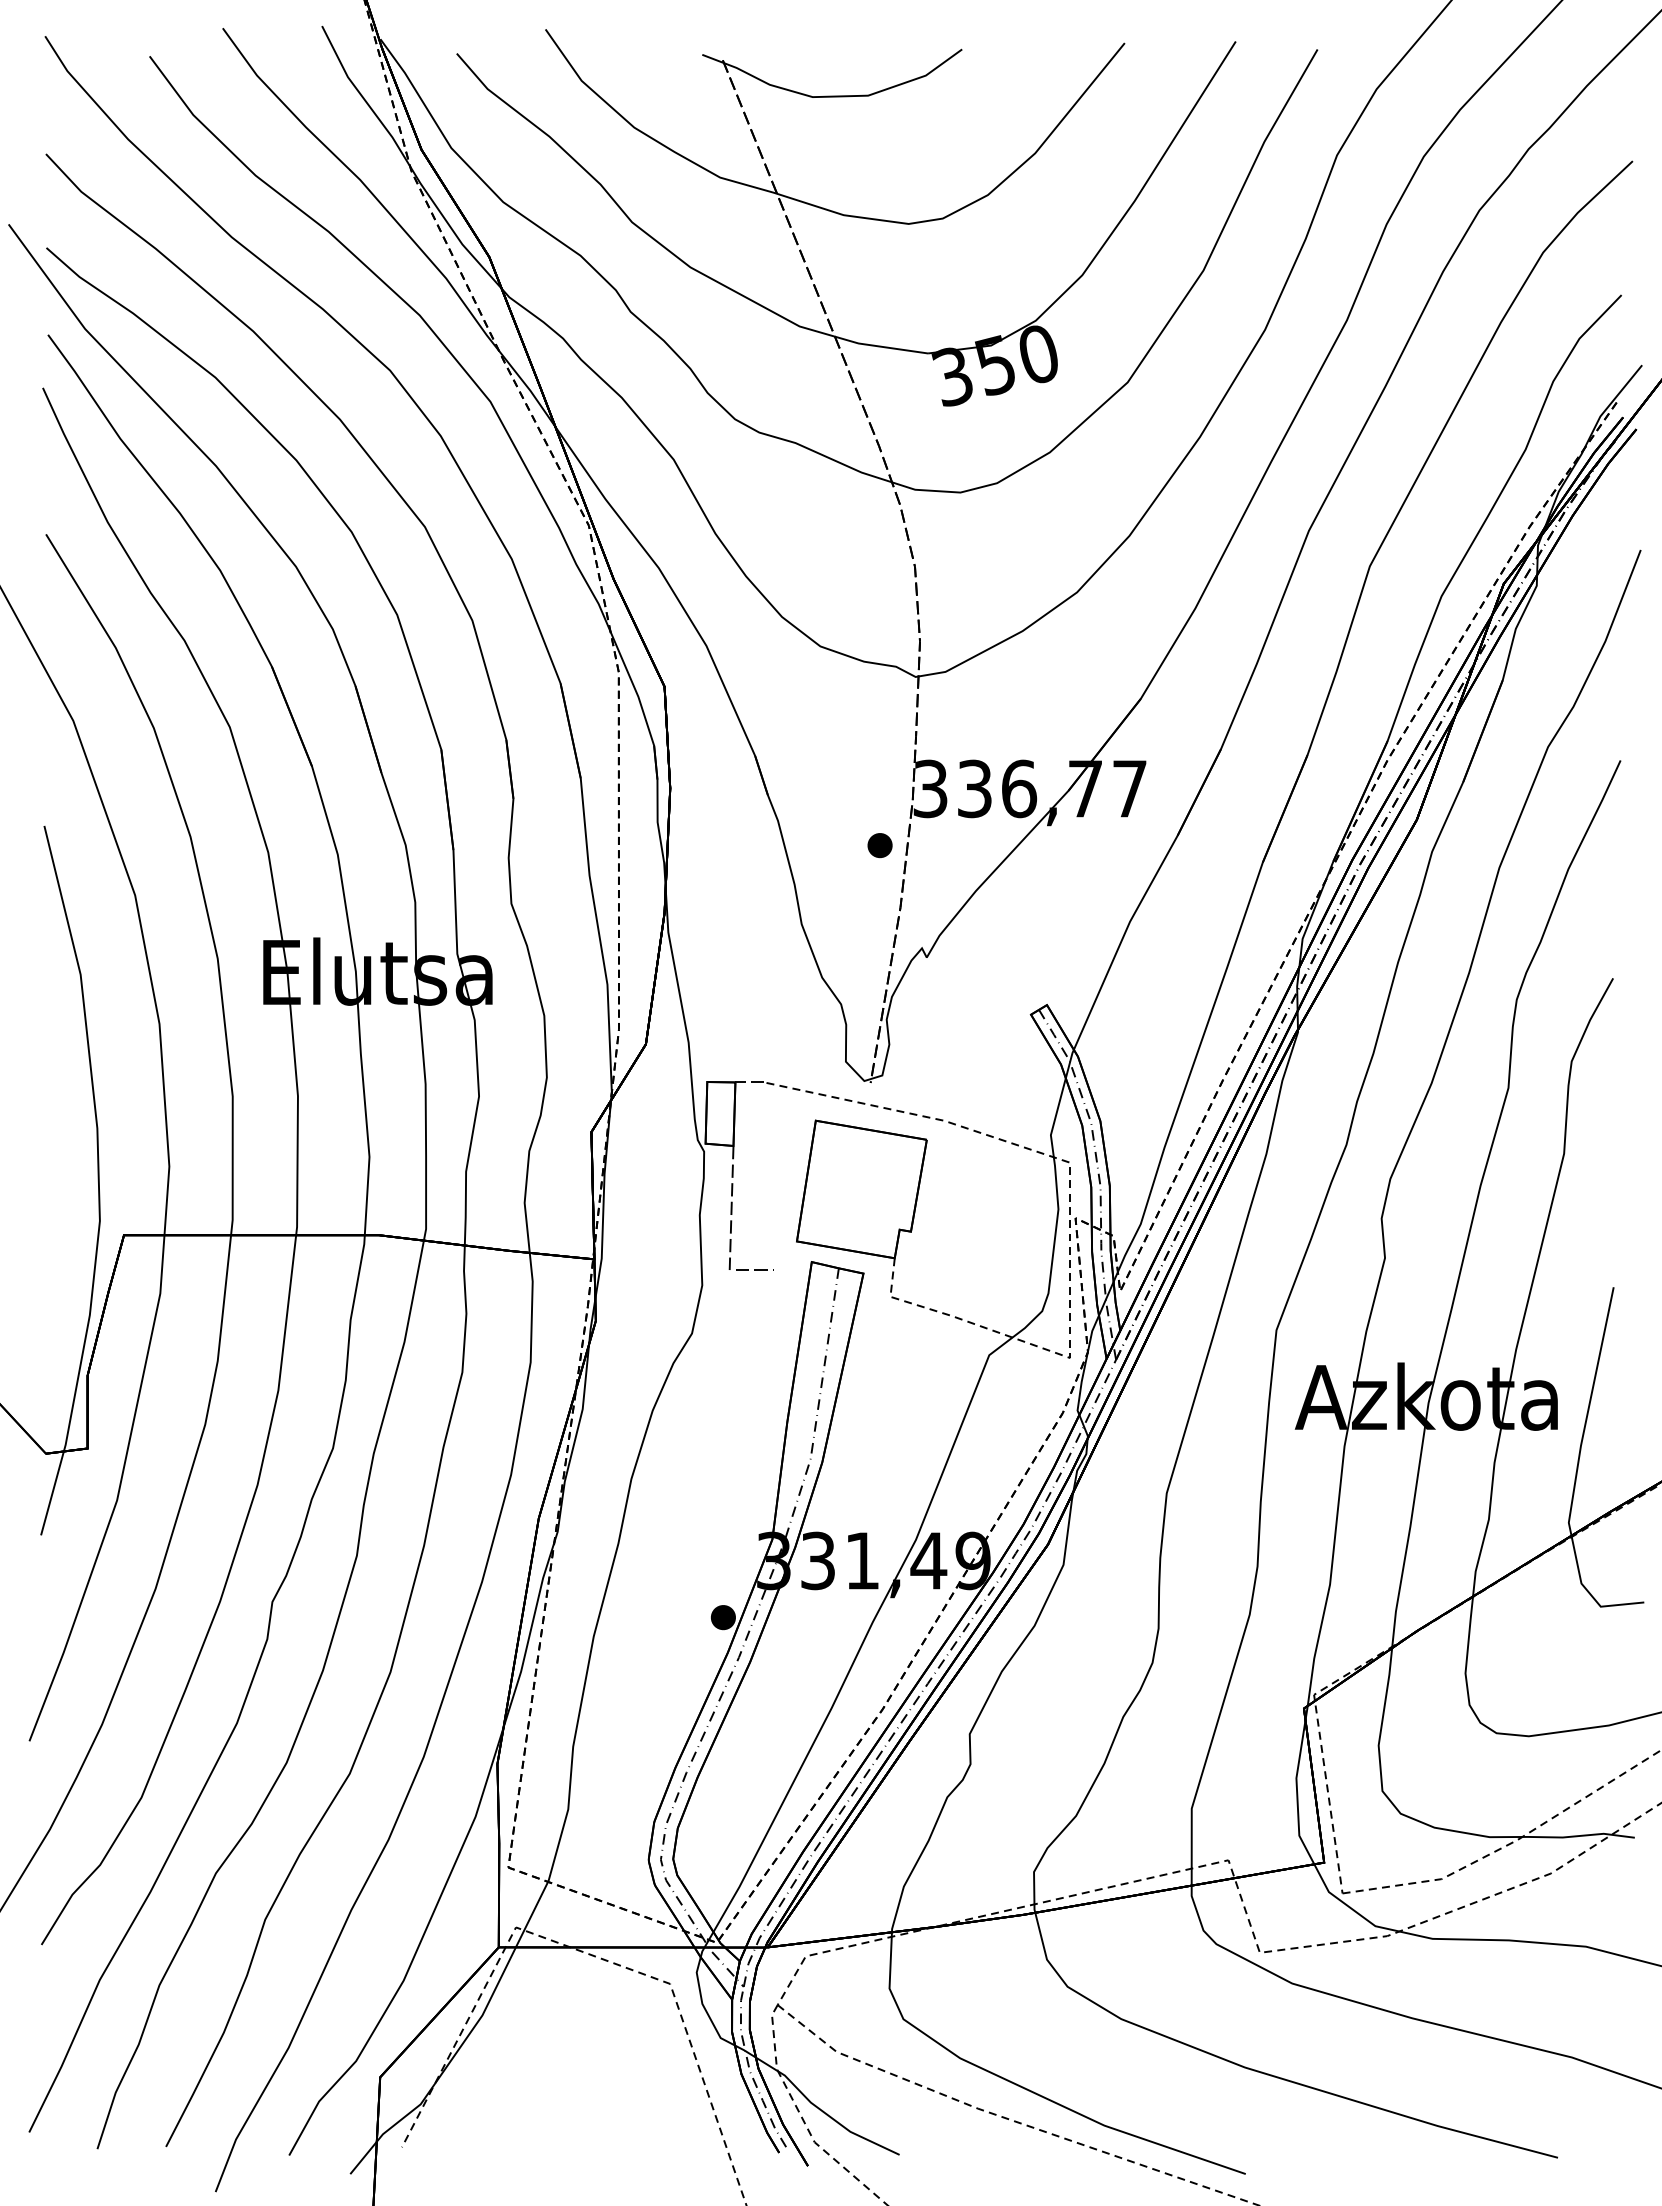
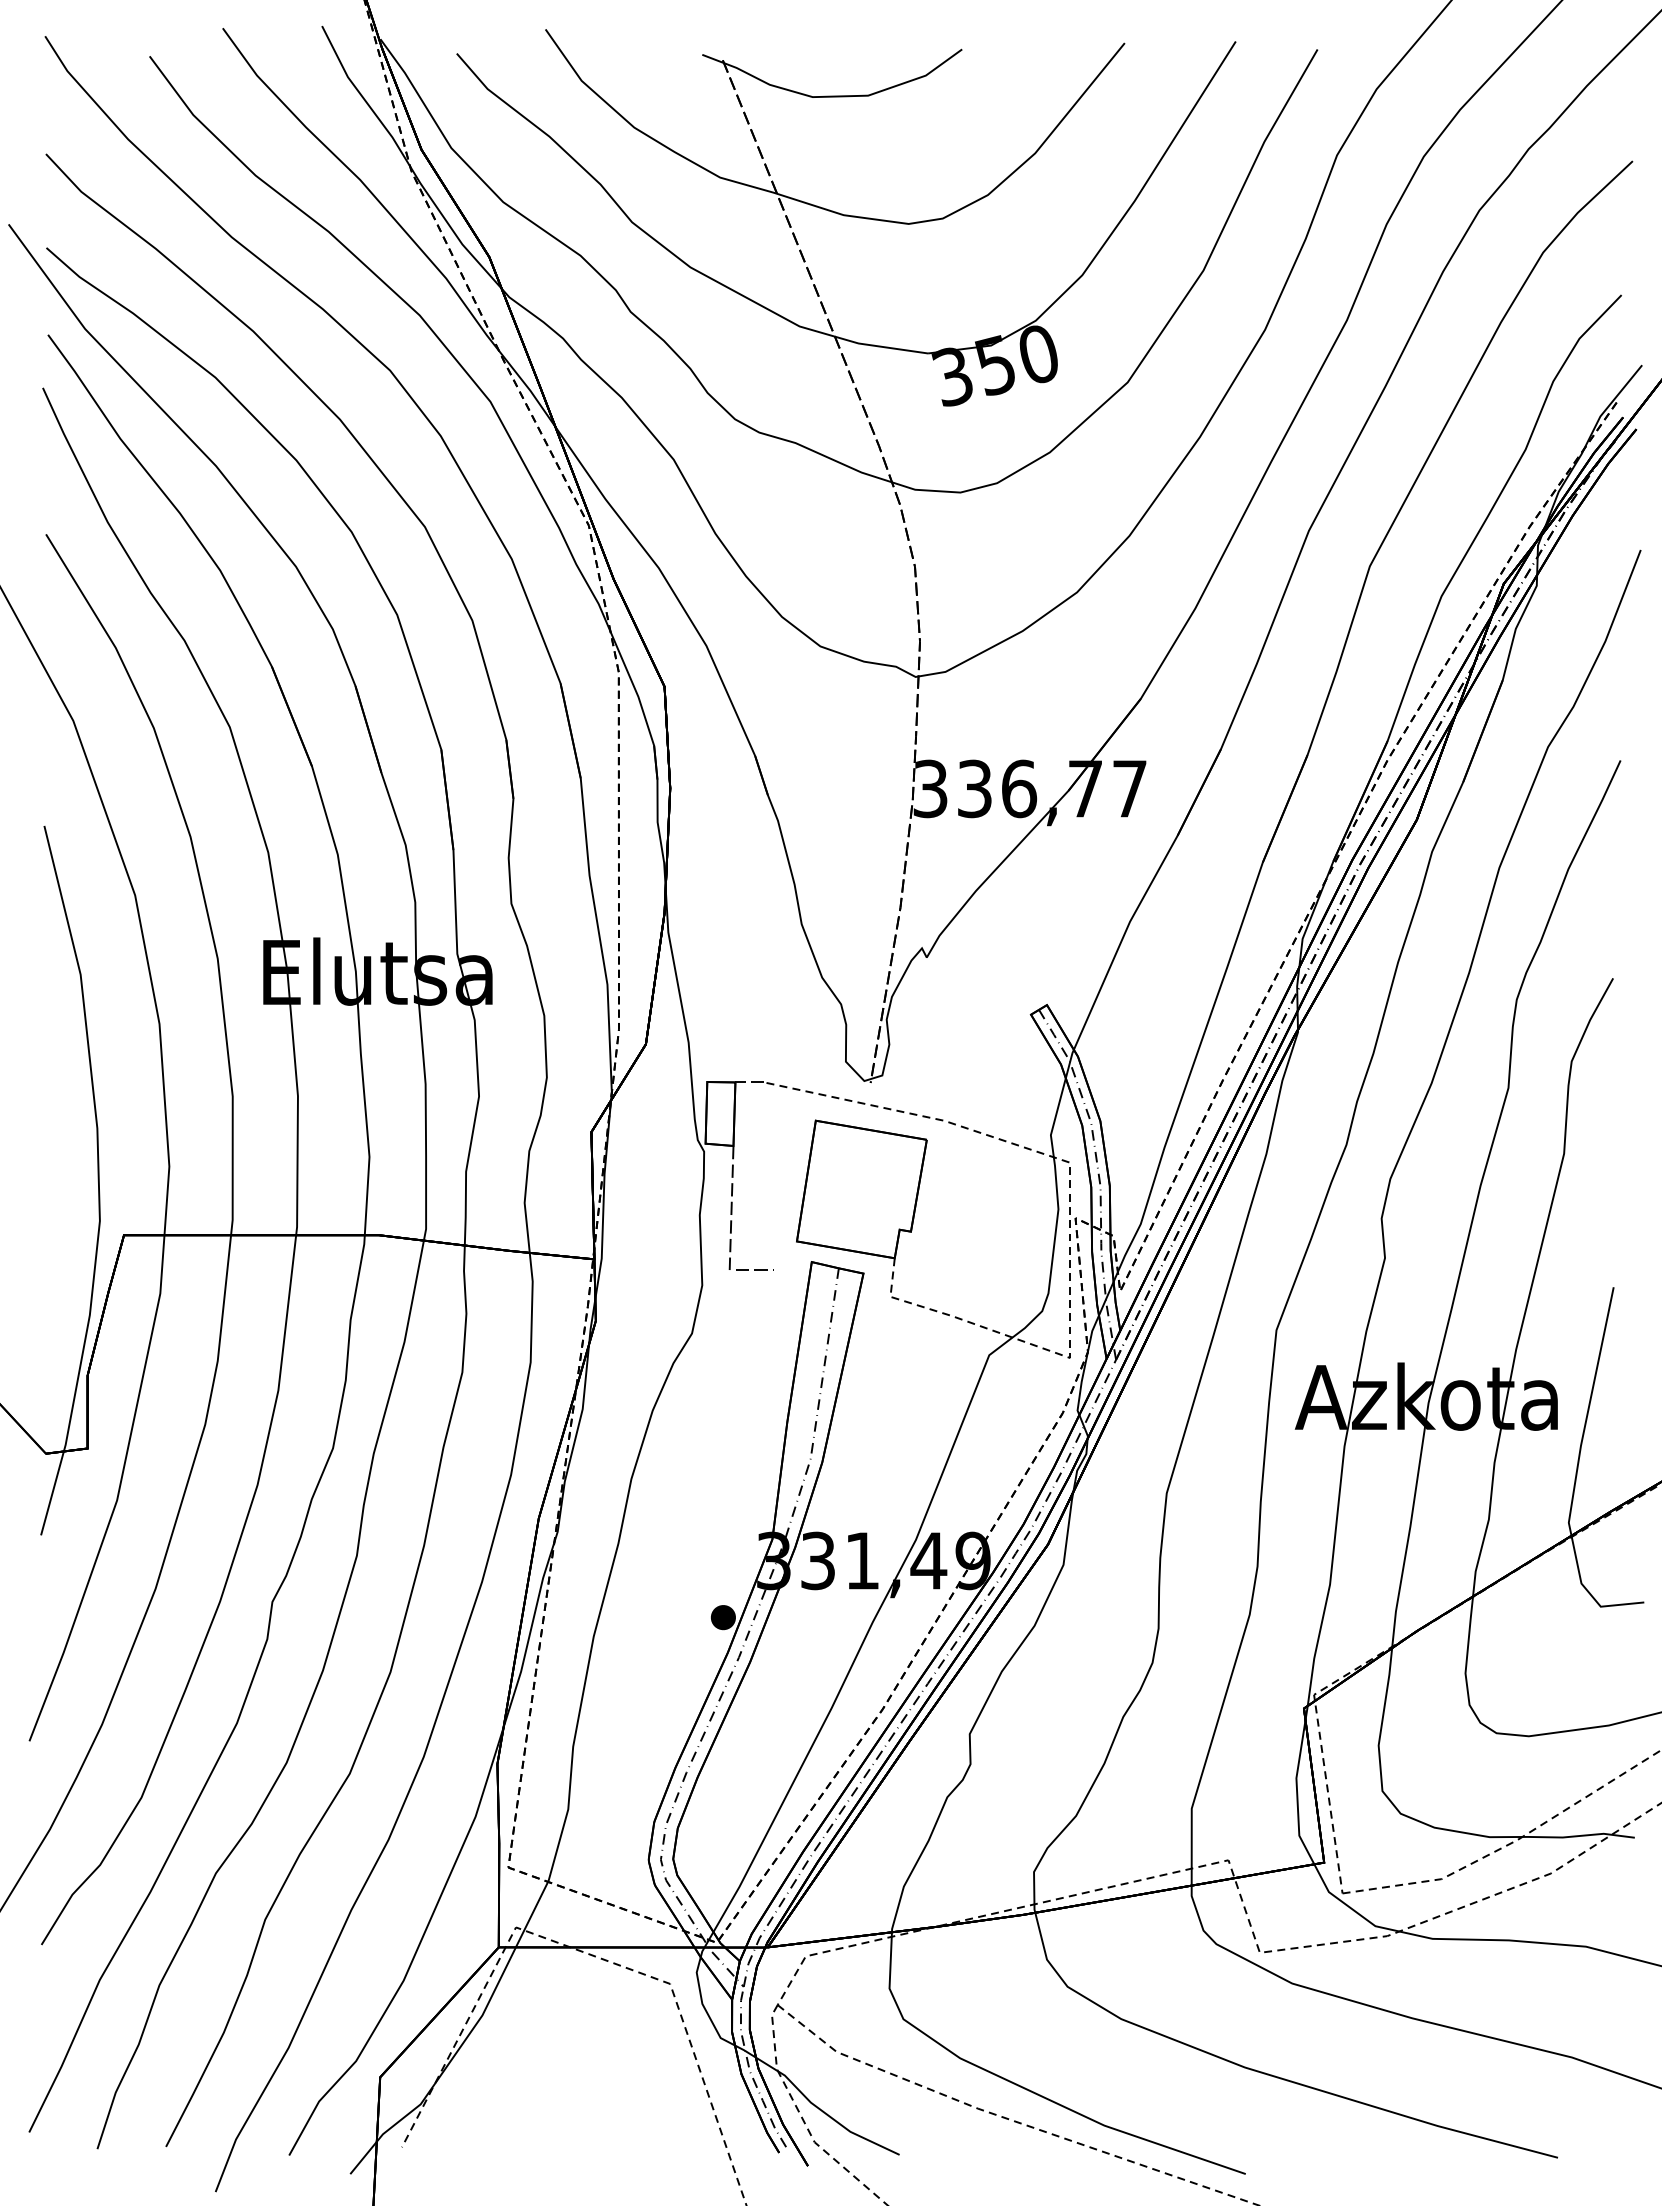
part at (879, 845): present -> none
